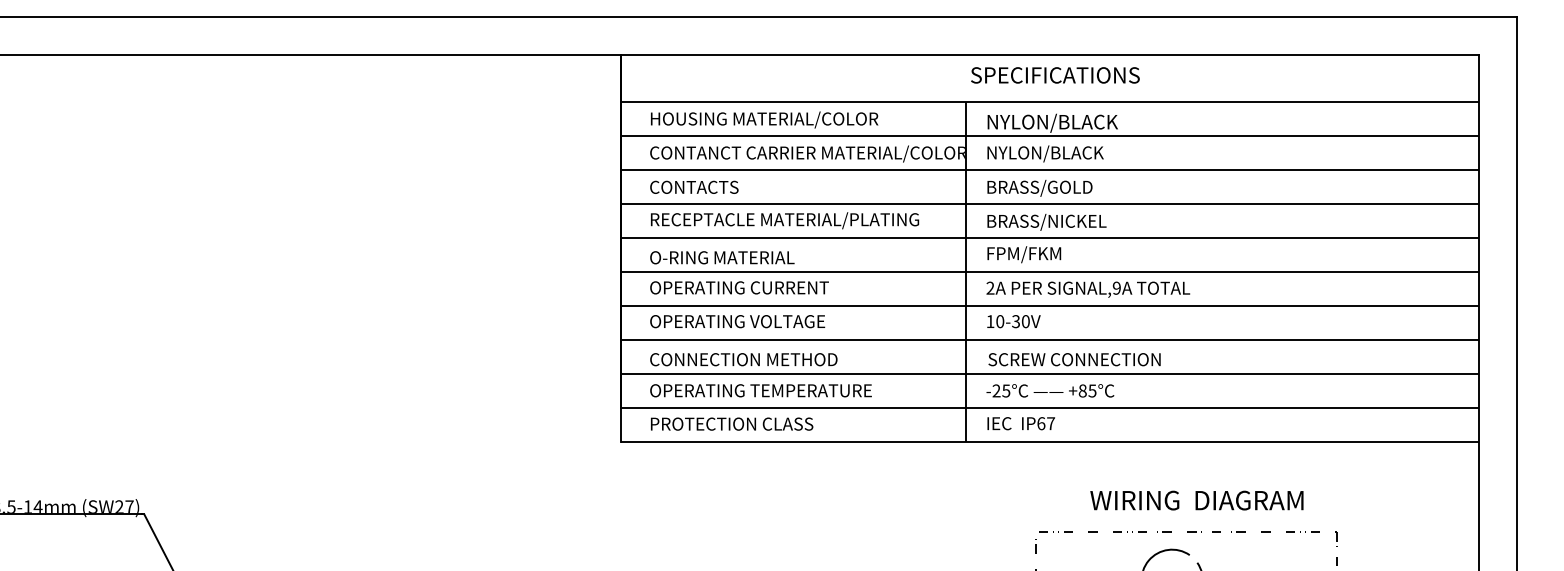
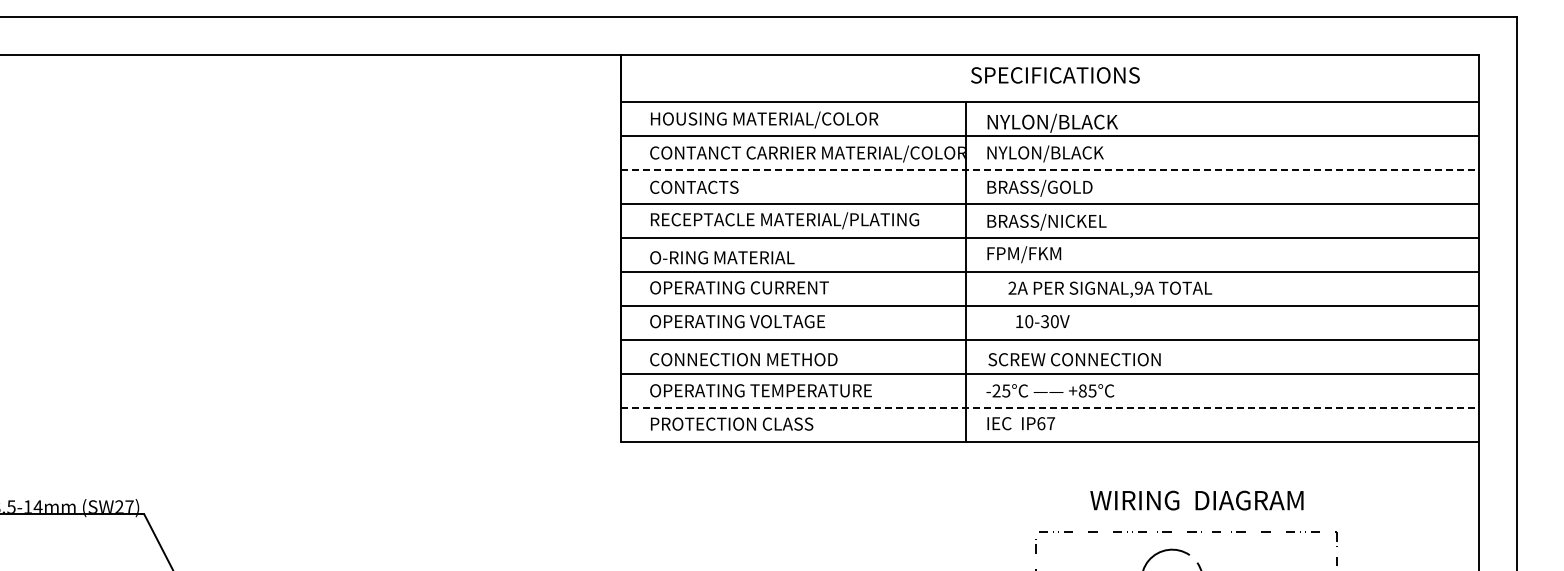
line at (1050, 170): solid -> dashed
text at (1088, 289) position: (1088, 289) -> (1110, 289)
text at (1013, 321) position: (1013, 321) -> (1042, 321)
line at (1050, 408): solid -> dashed
